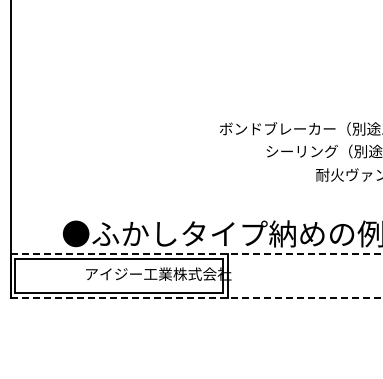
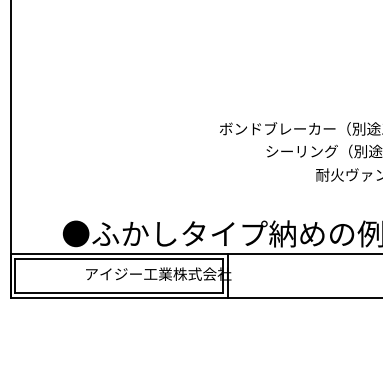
line at (196, 254): dashed -> solid
line at (196, 297): dashed -> solid
